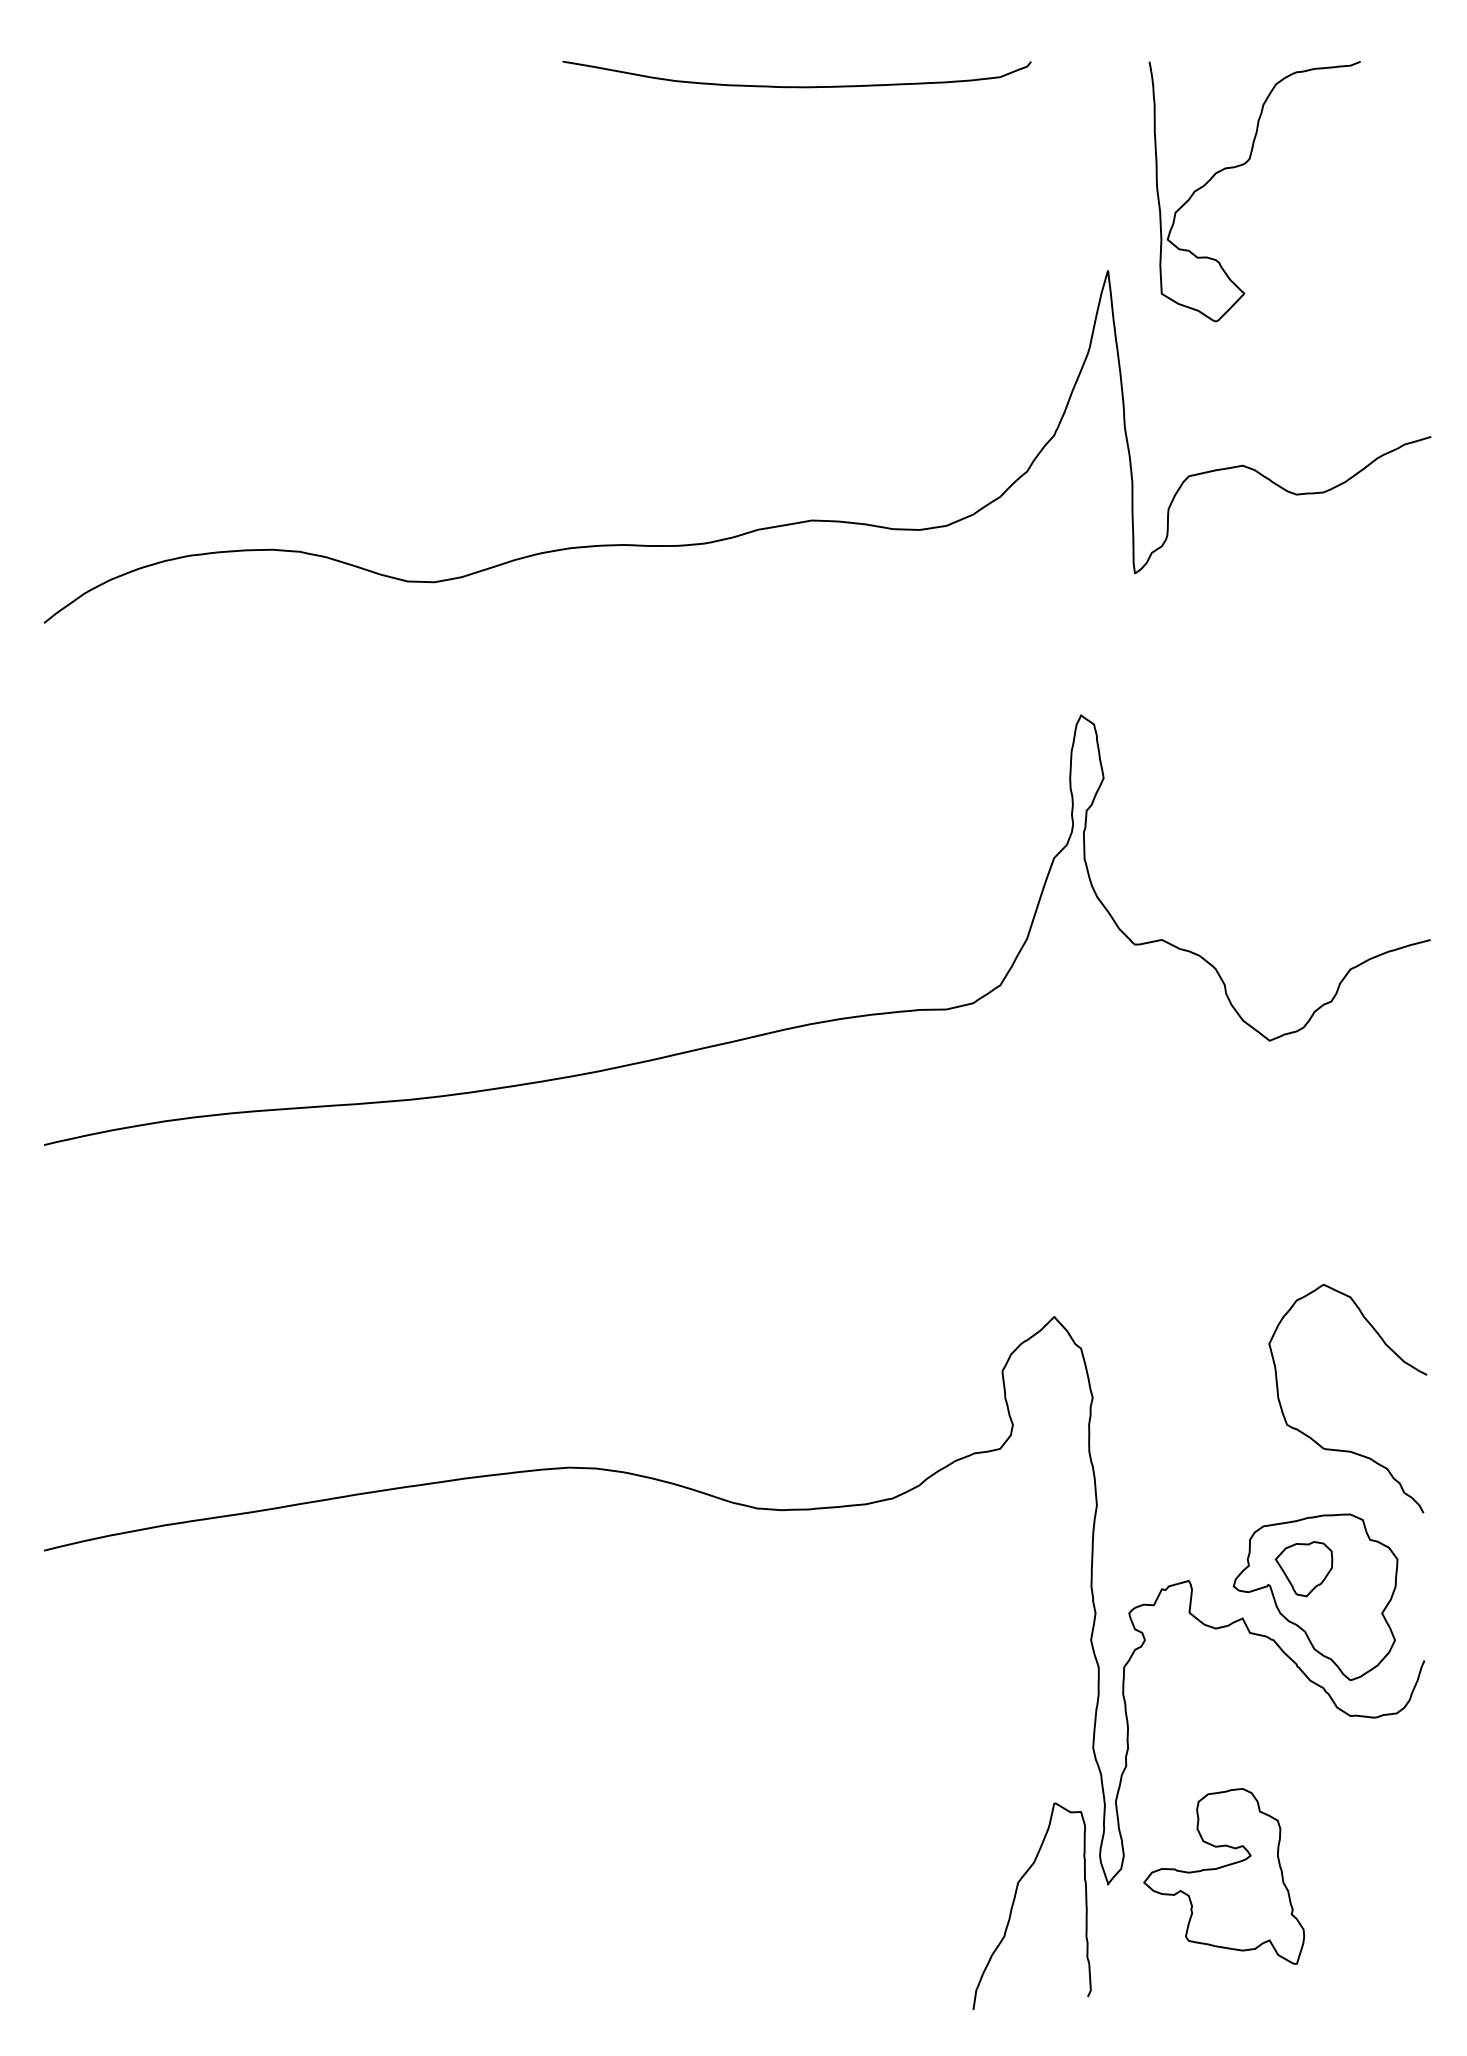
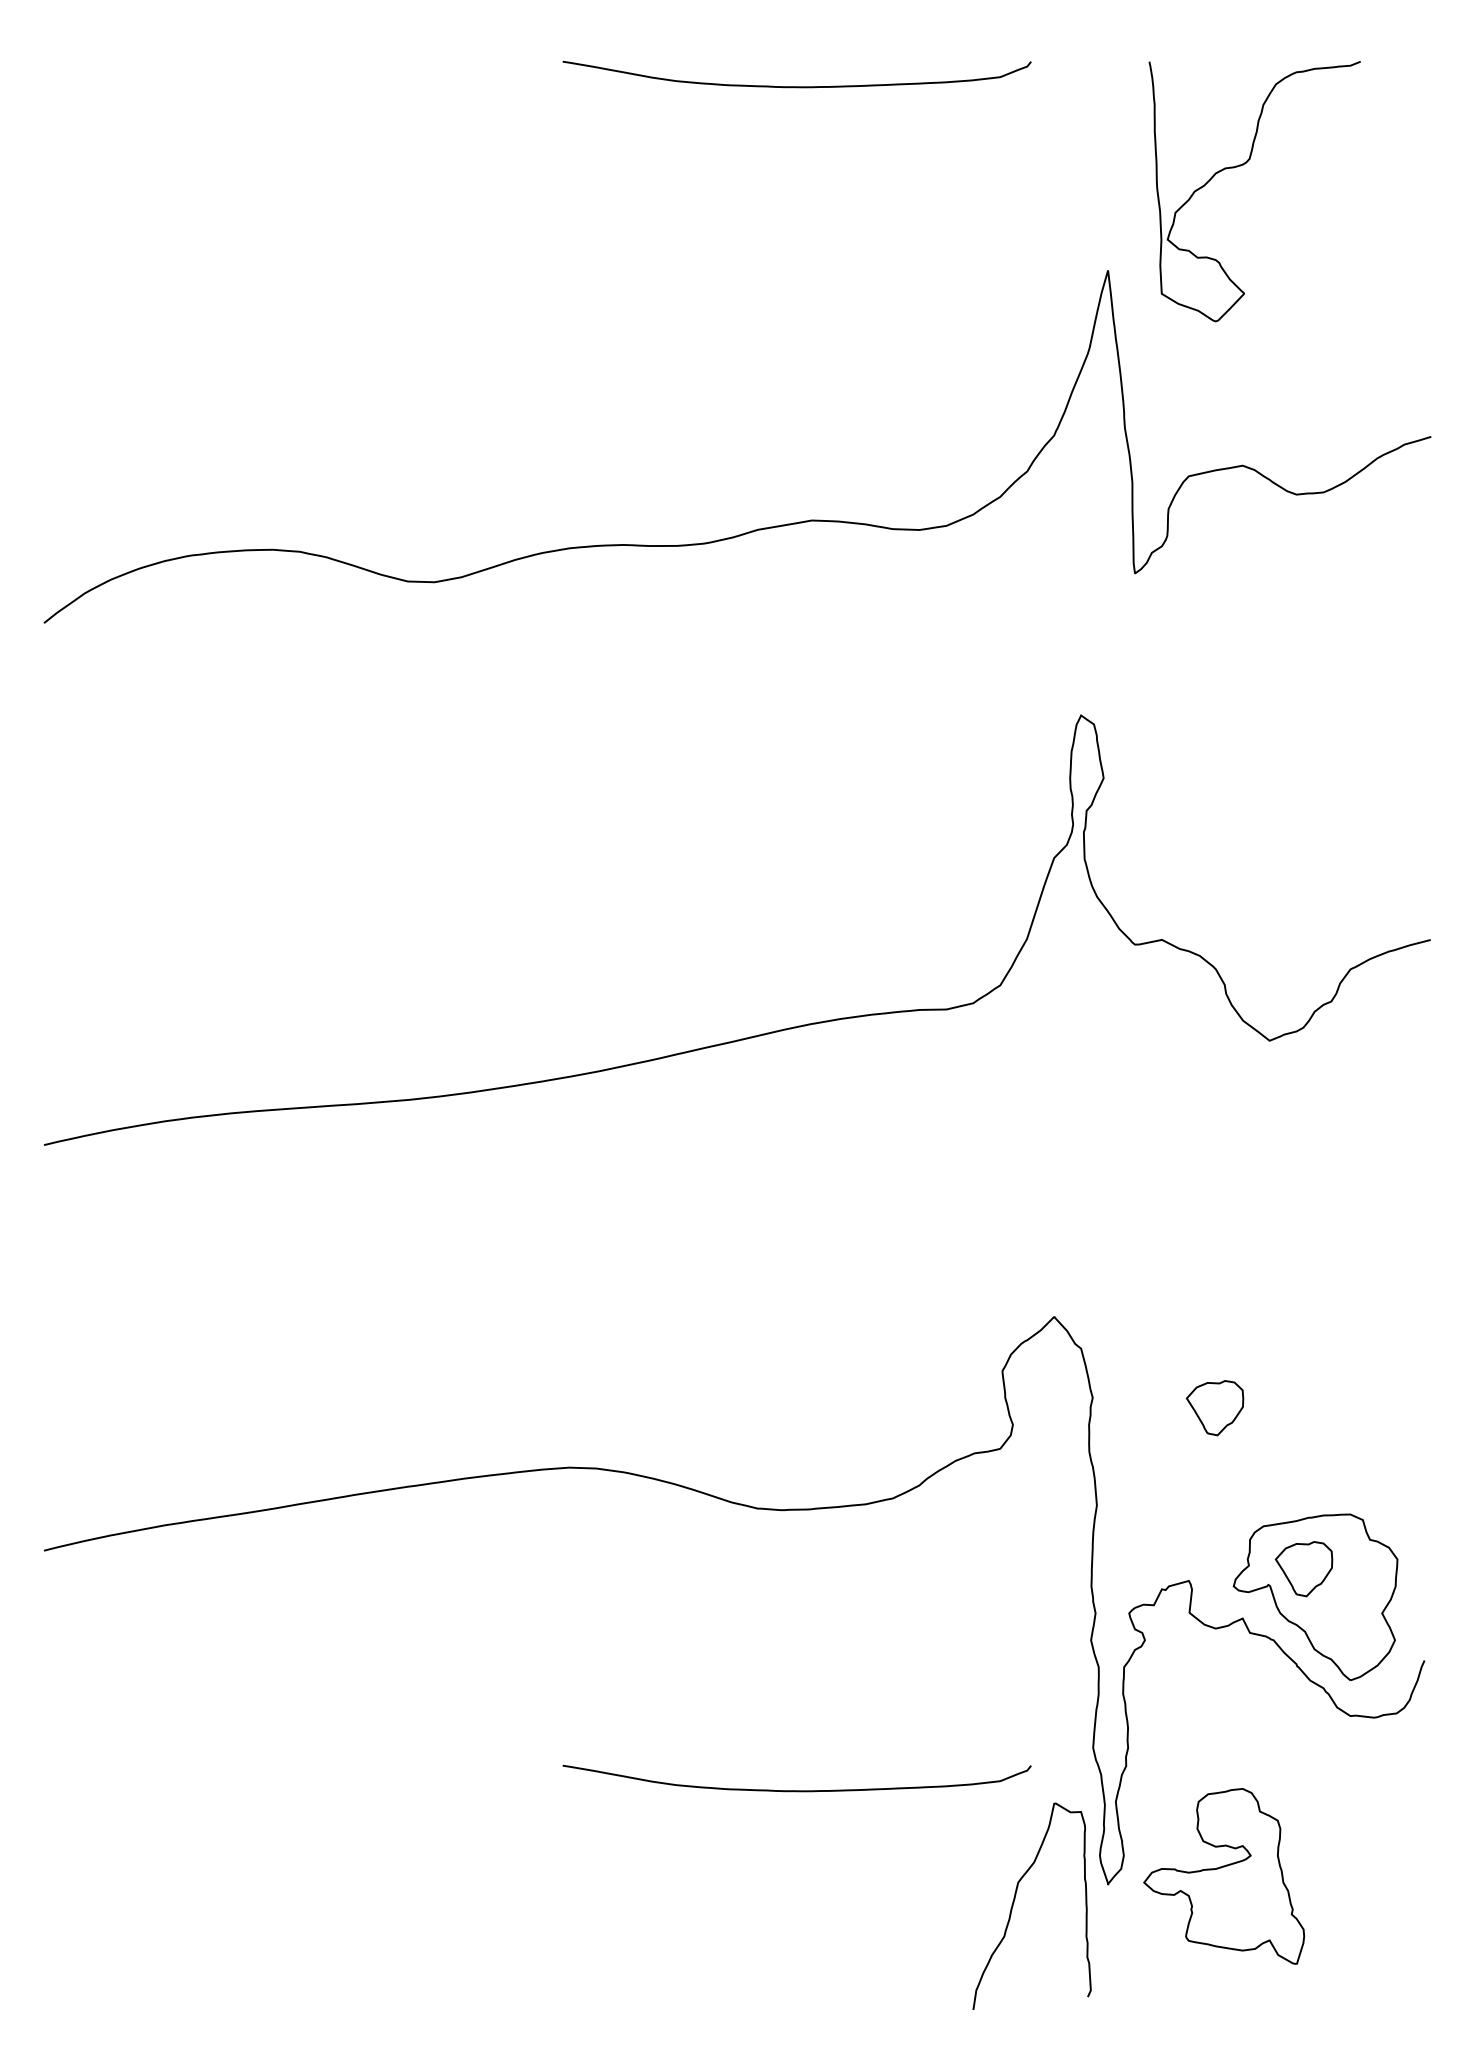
part at (1214, 1408): none -> present
curve at (1341, 1449): present -> none
curve at (796, 1790): none -> present
